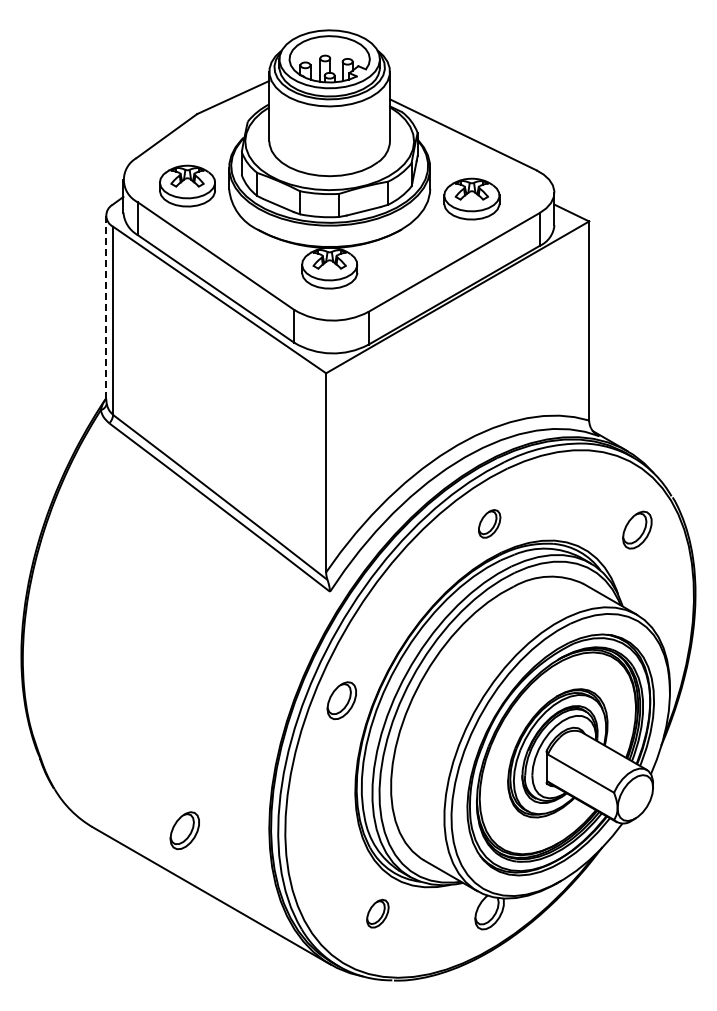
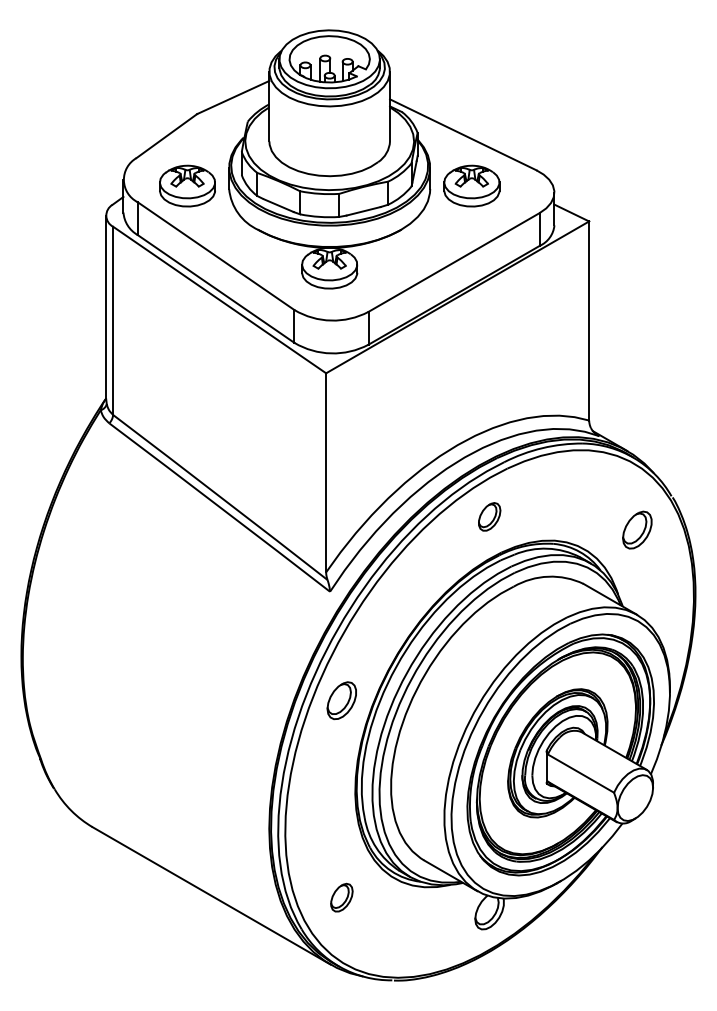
part at (471, 198) position: (471, 198) -> (471, 185)
line at (106, 307): dashed -> solid
part at (489, 523) position: (489, 523) -> (489, 516)
part at (184, 830): present -> none
part at (377, 913) position: (377, 913) -> (341, 897)
